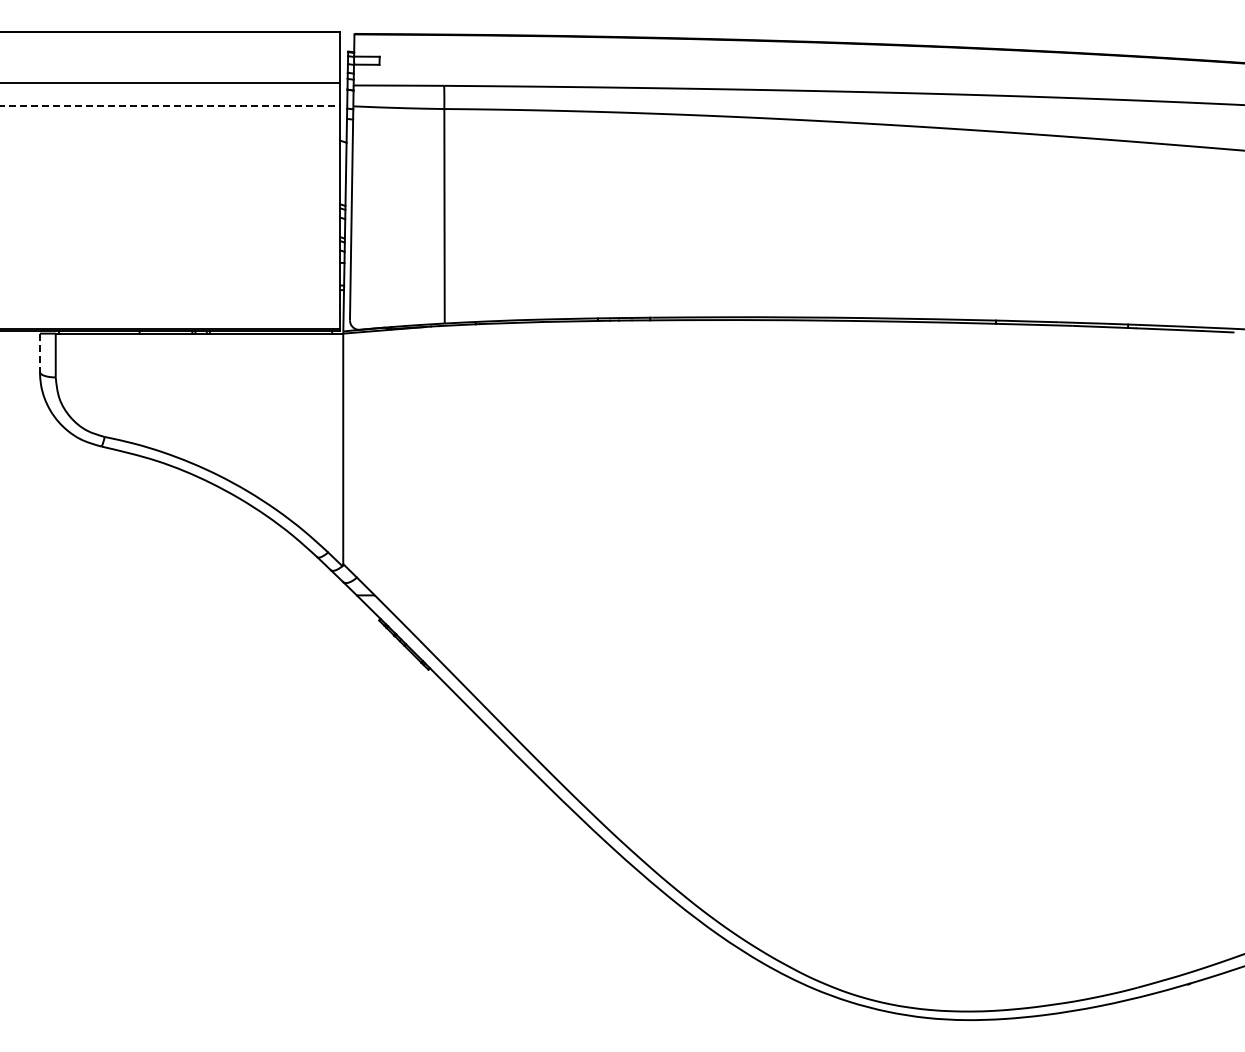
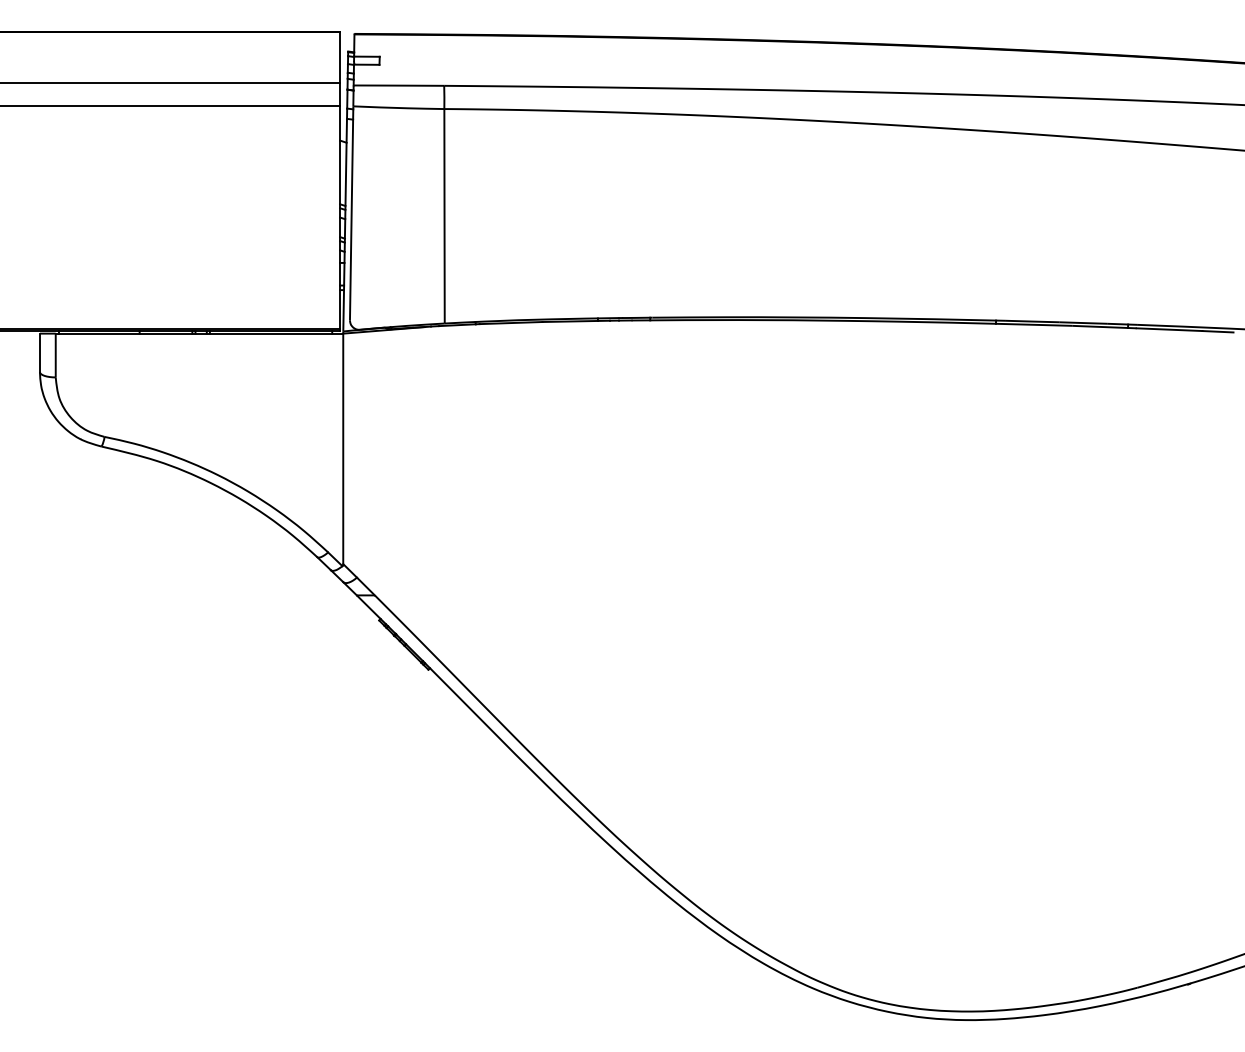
line at (170, 105): dashed -> solid
line at (39, 353): dashed -> solid
